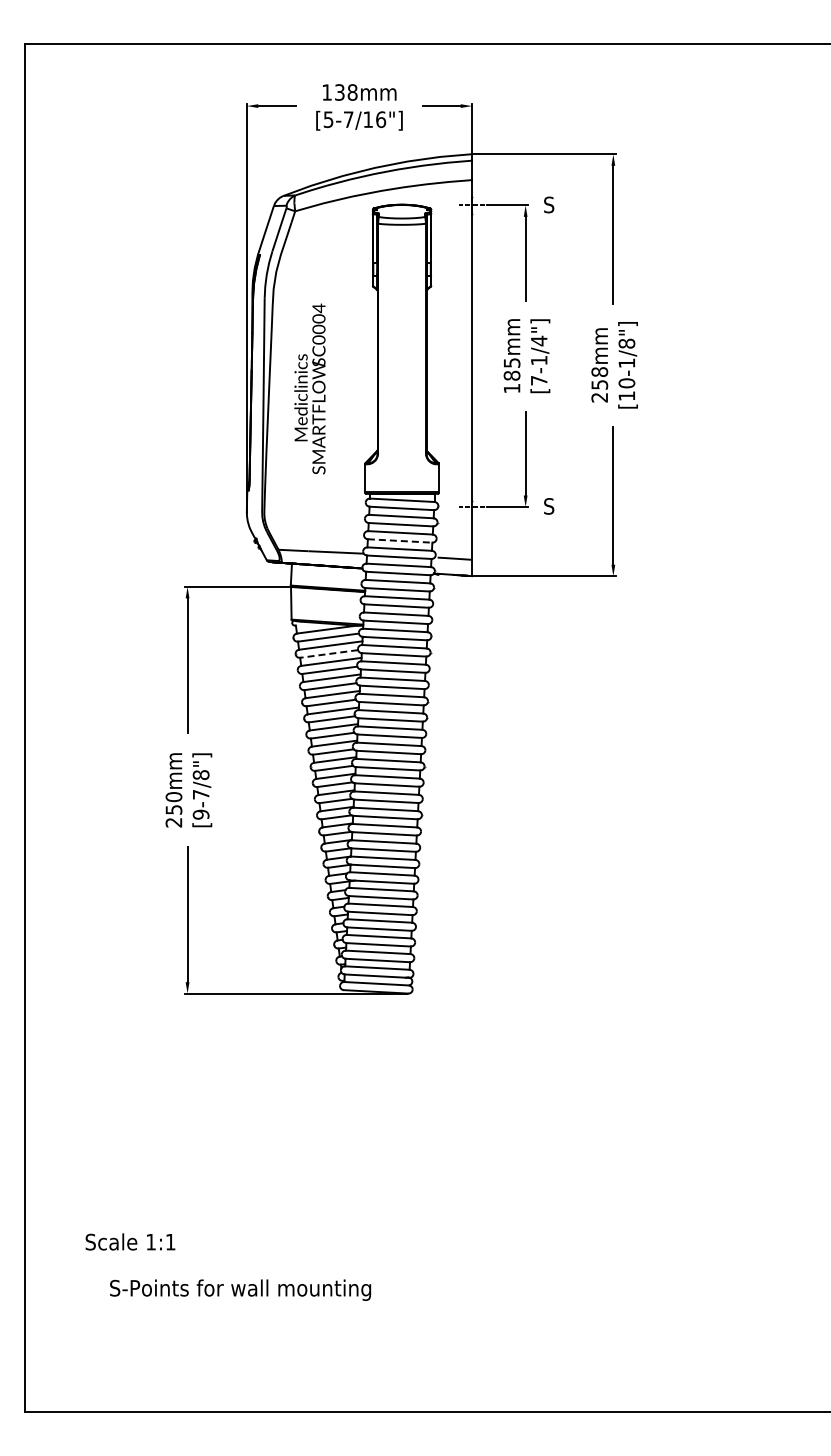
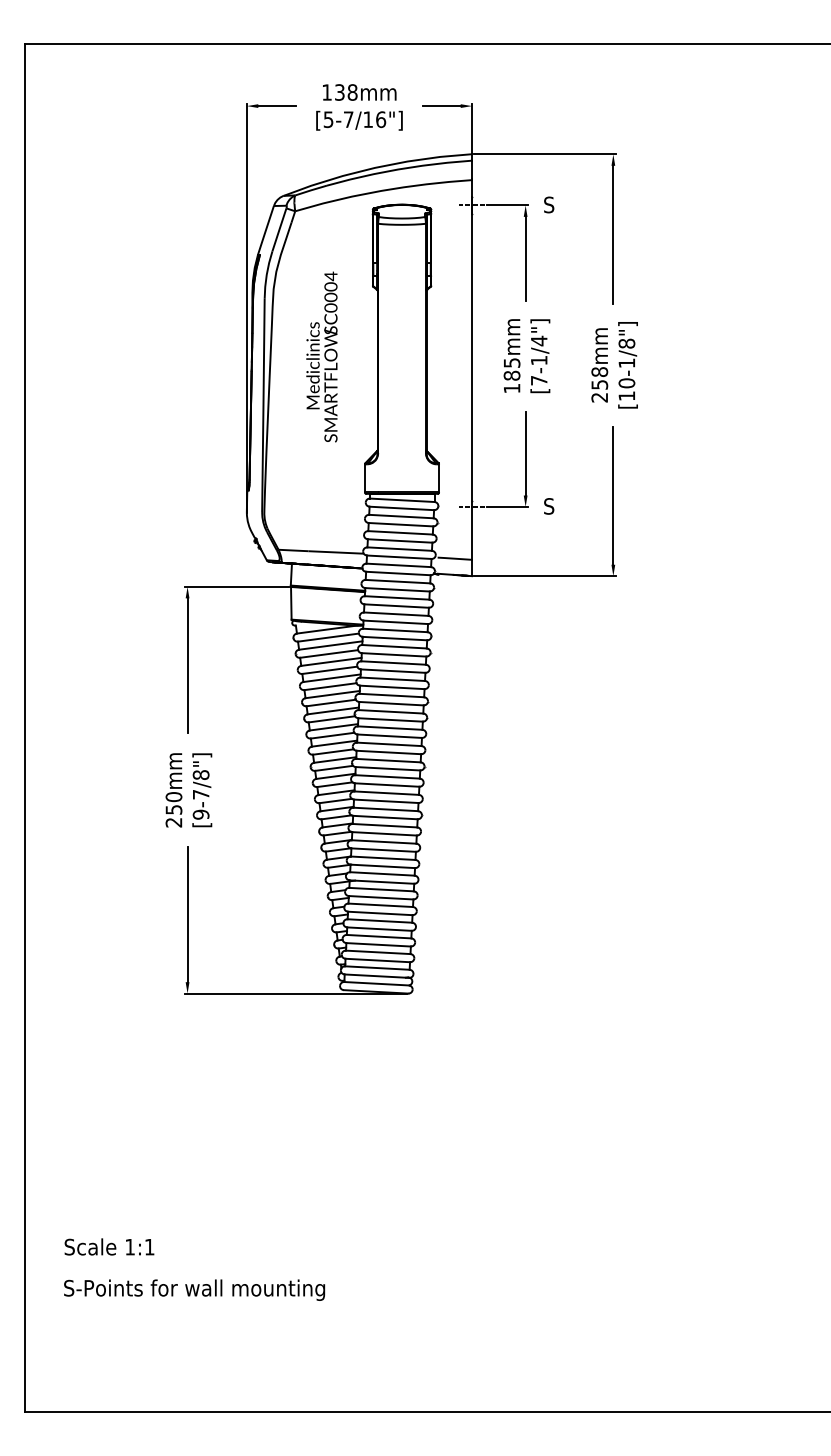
text at (309, 388) position: (309, 388) -> (321, 356)
line at (400, 541): dashed -> solid
line at (328, 654): dashed -> solid
text at (130, 1241) position: (130, 1241) -> (109, 1246)
text at (240, 1289) position: (240, 1289) -> (194, 1289)
